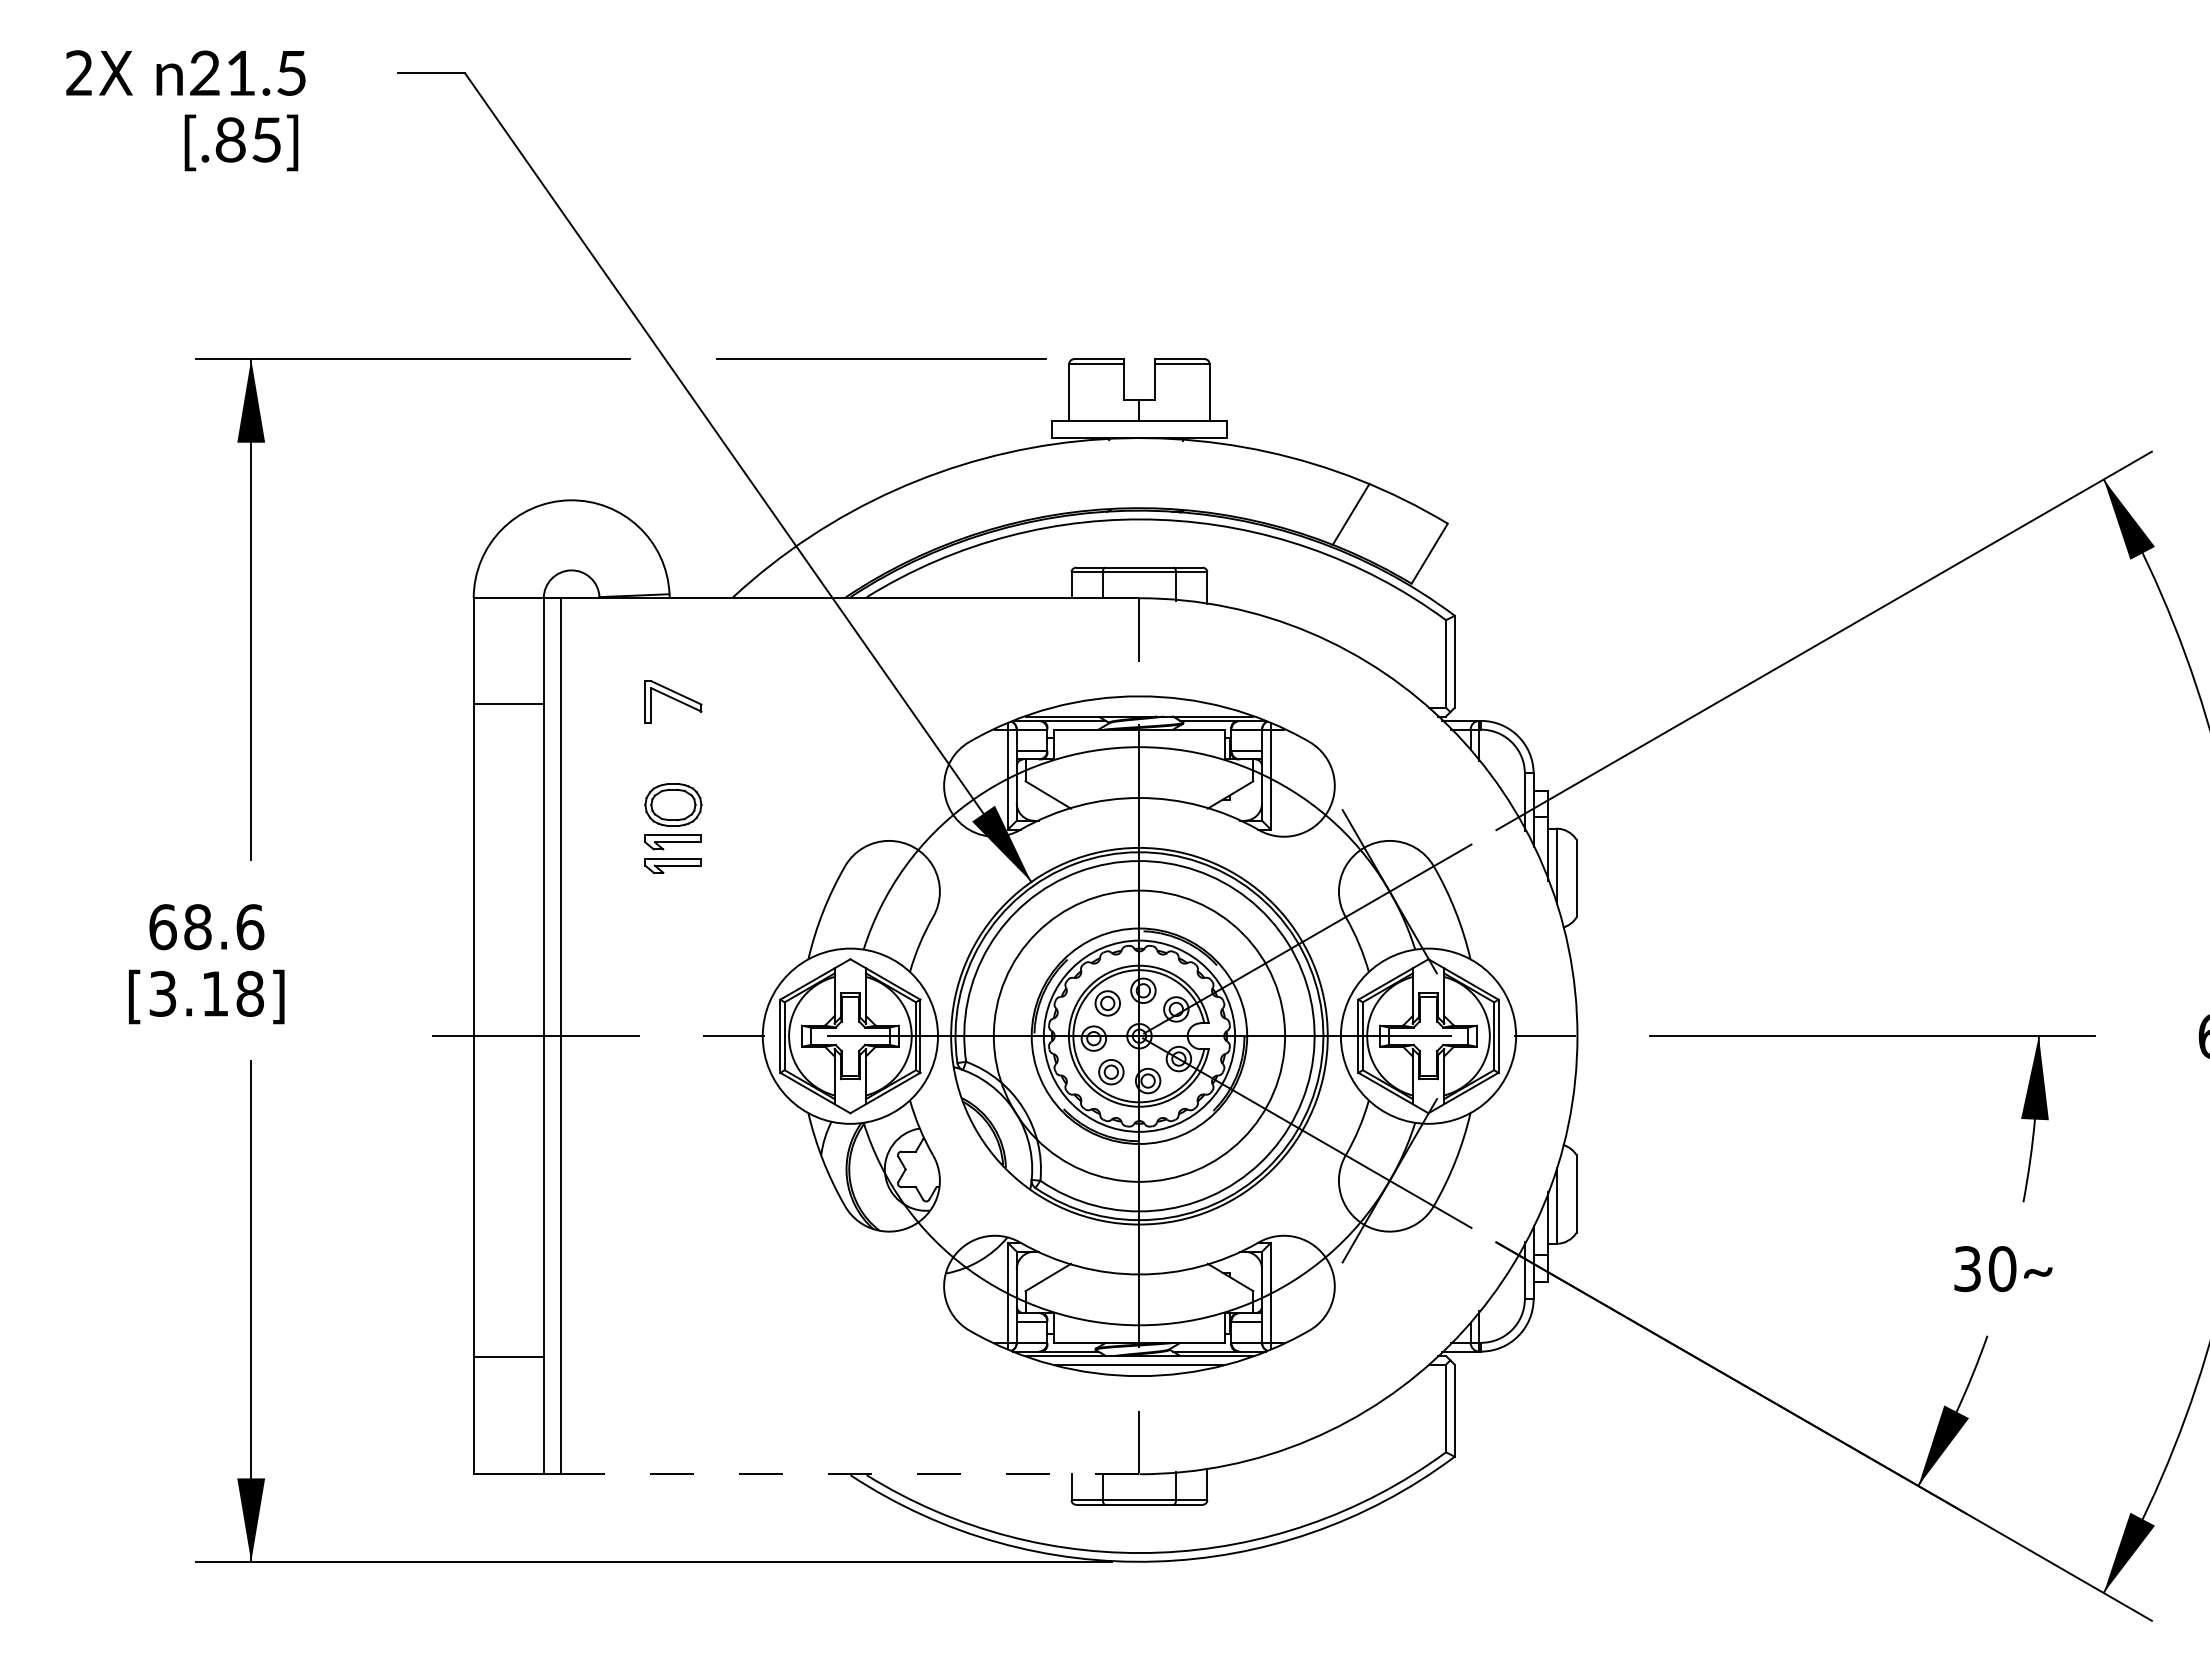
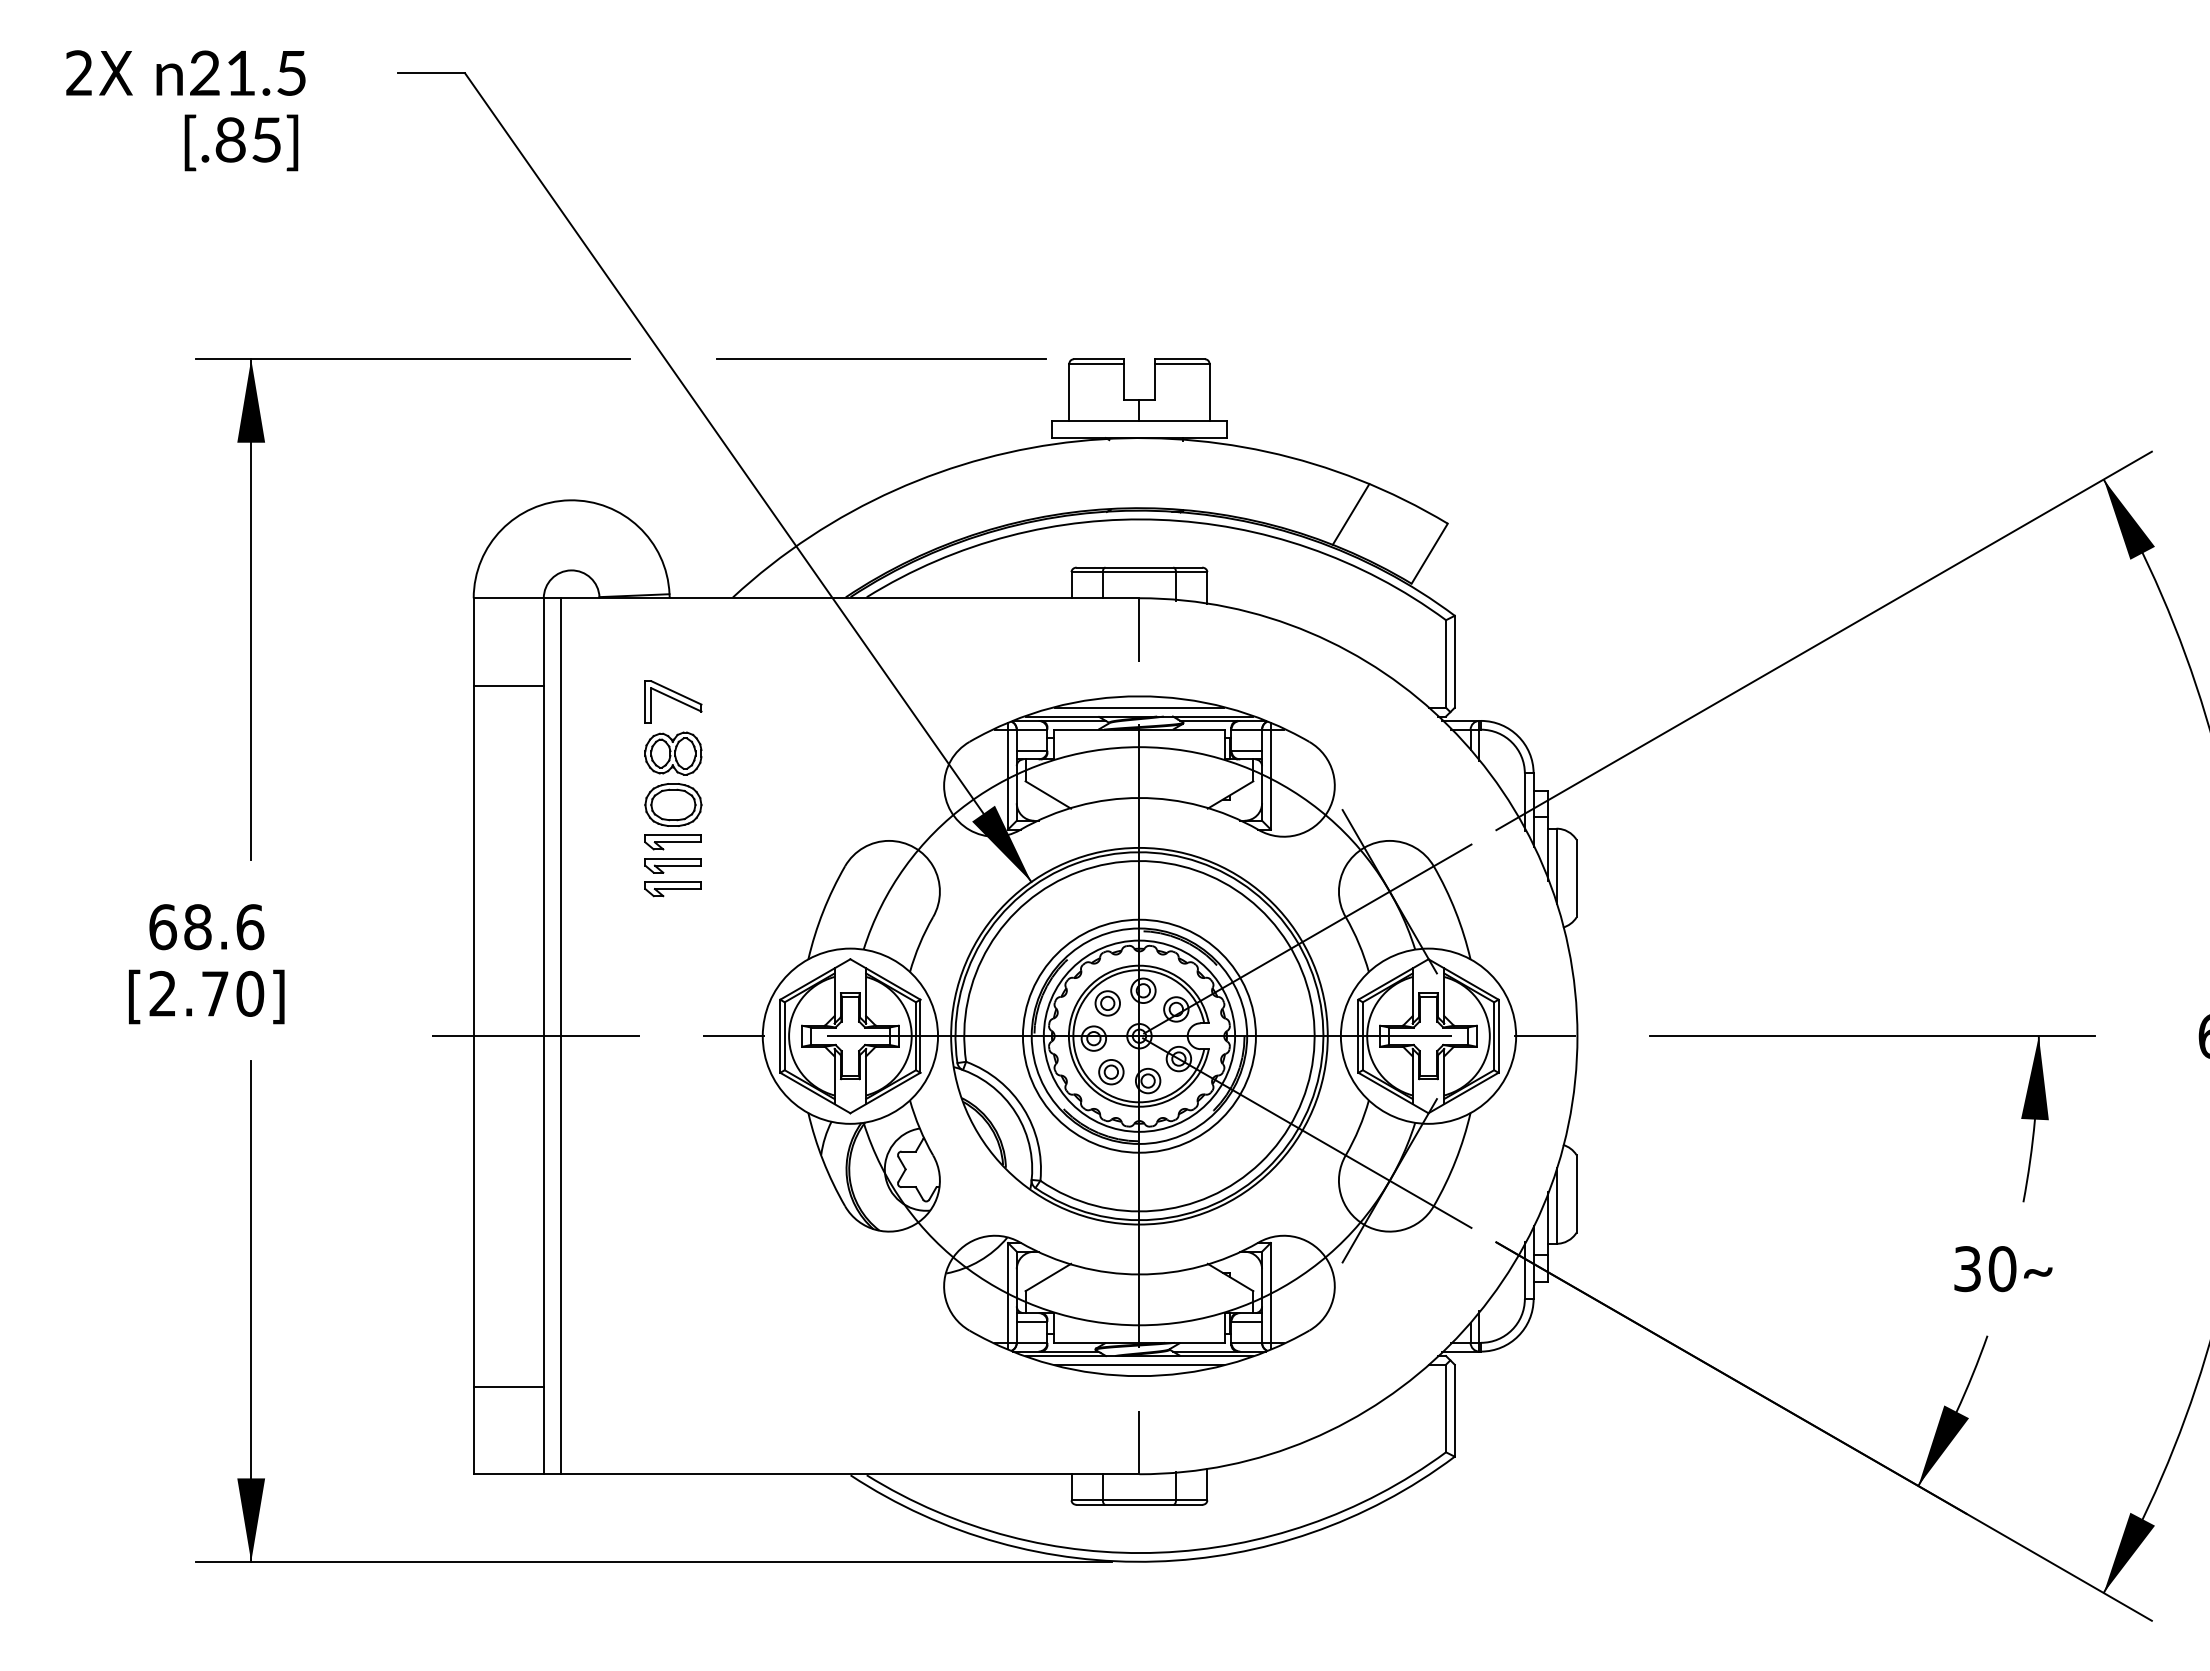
line at (508, 703) position: (508, 703) -> (508, 685)
line at (1139, 707): none -> present
part at (673, 753): none -> present
part at (672, 889): none -> present
text at (206, 993): [3.18] -> [2.70]
circle at (1139, 1035) diameter: 291 px -> 233 px
line at (508, 1356) position: (508, 1356) -> (508, 1386)
line at (849, 1474): dashed -> solid
